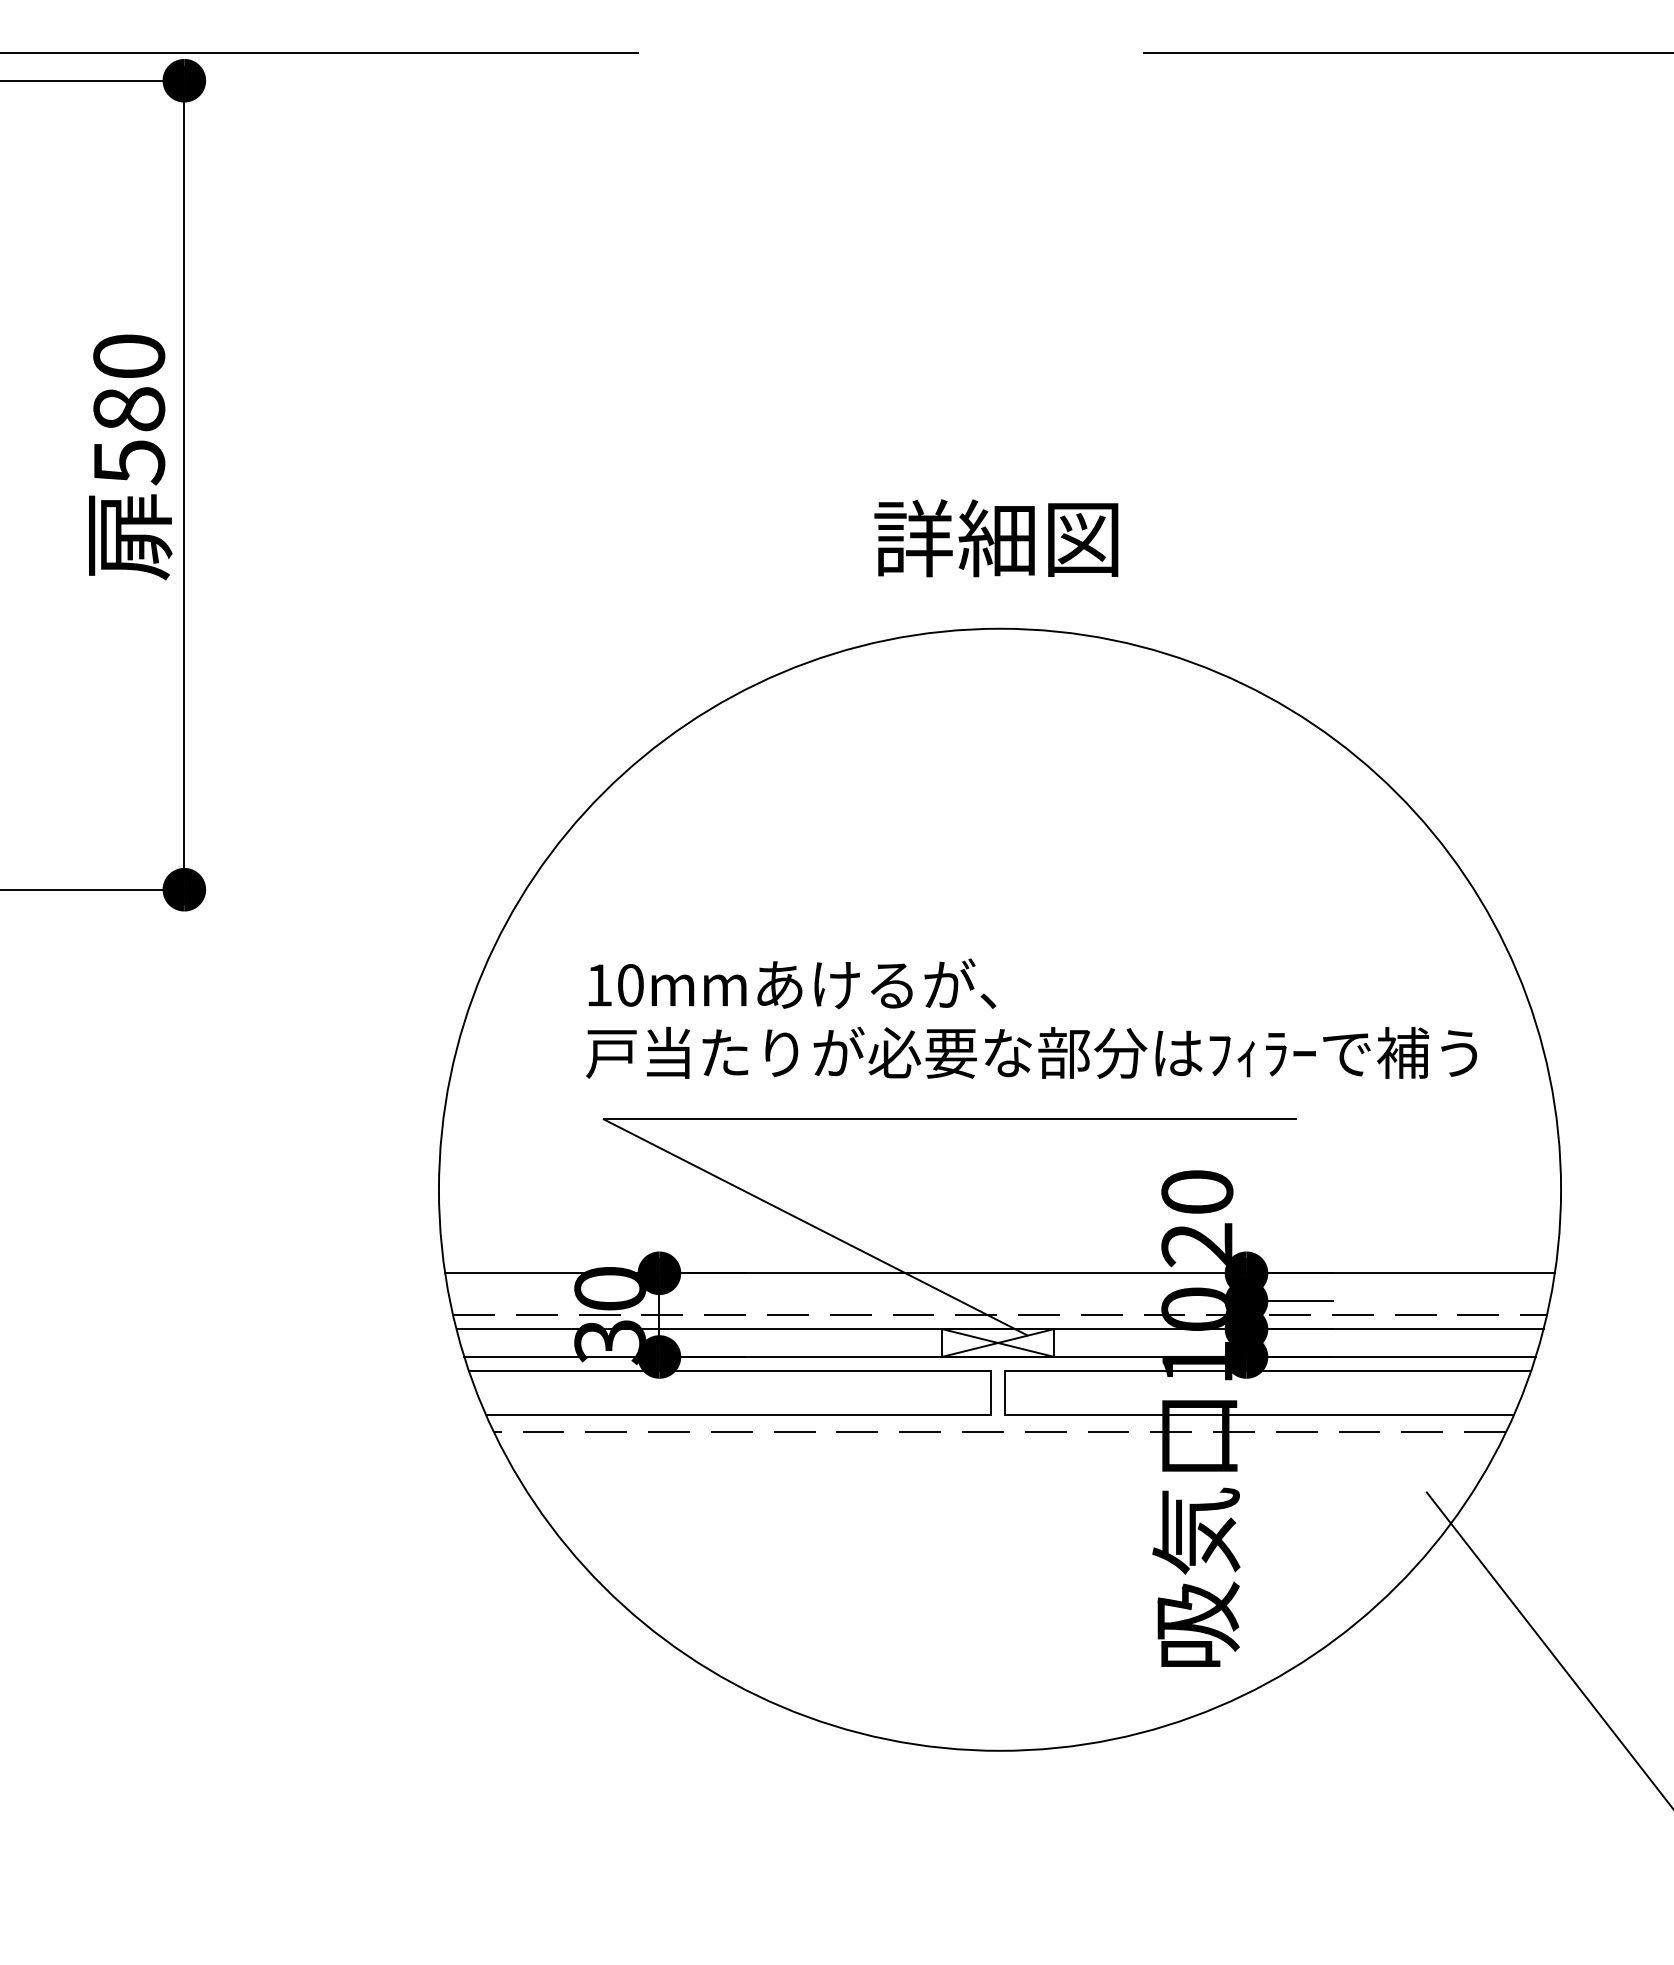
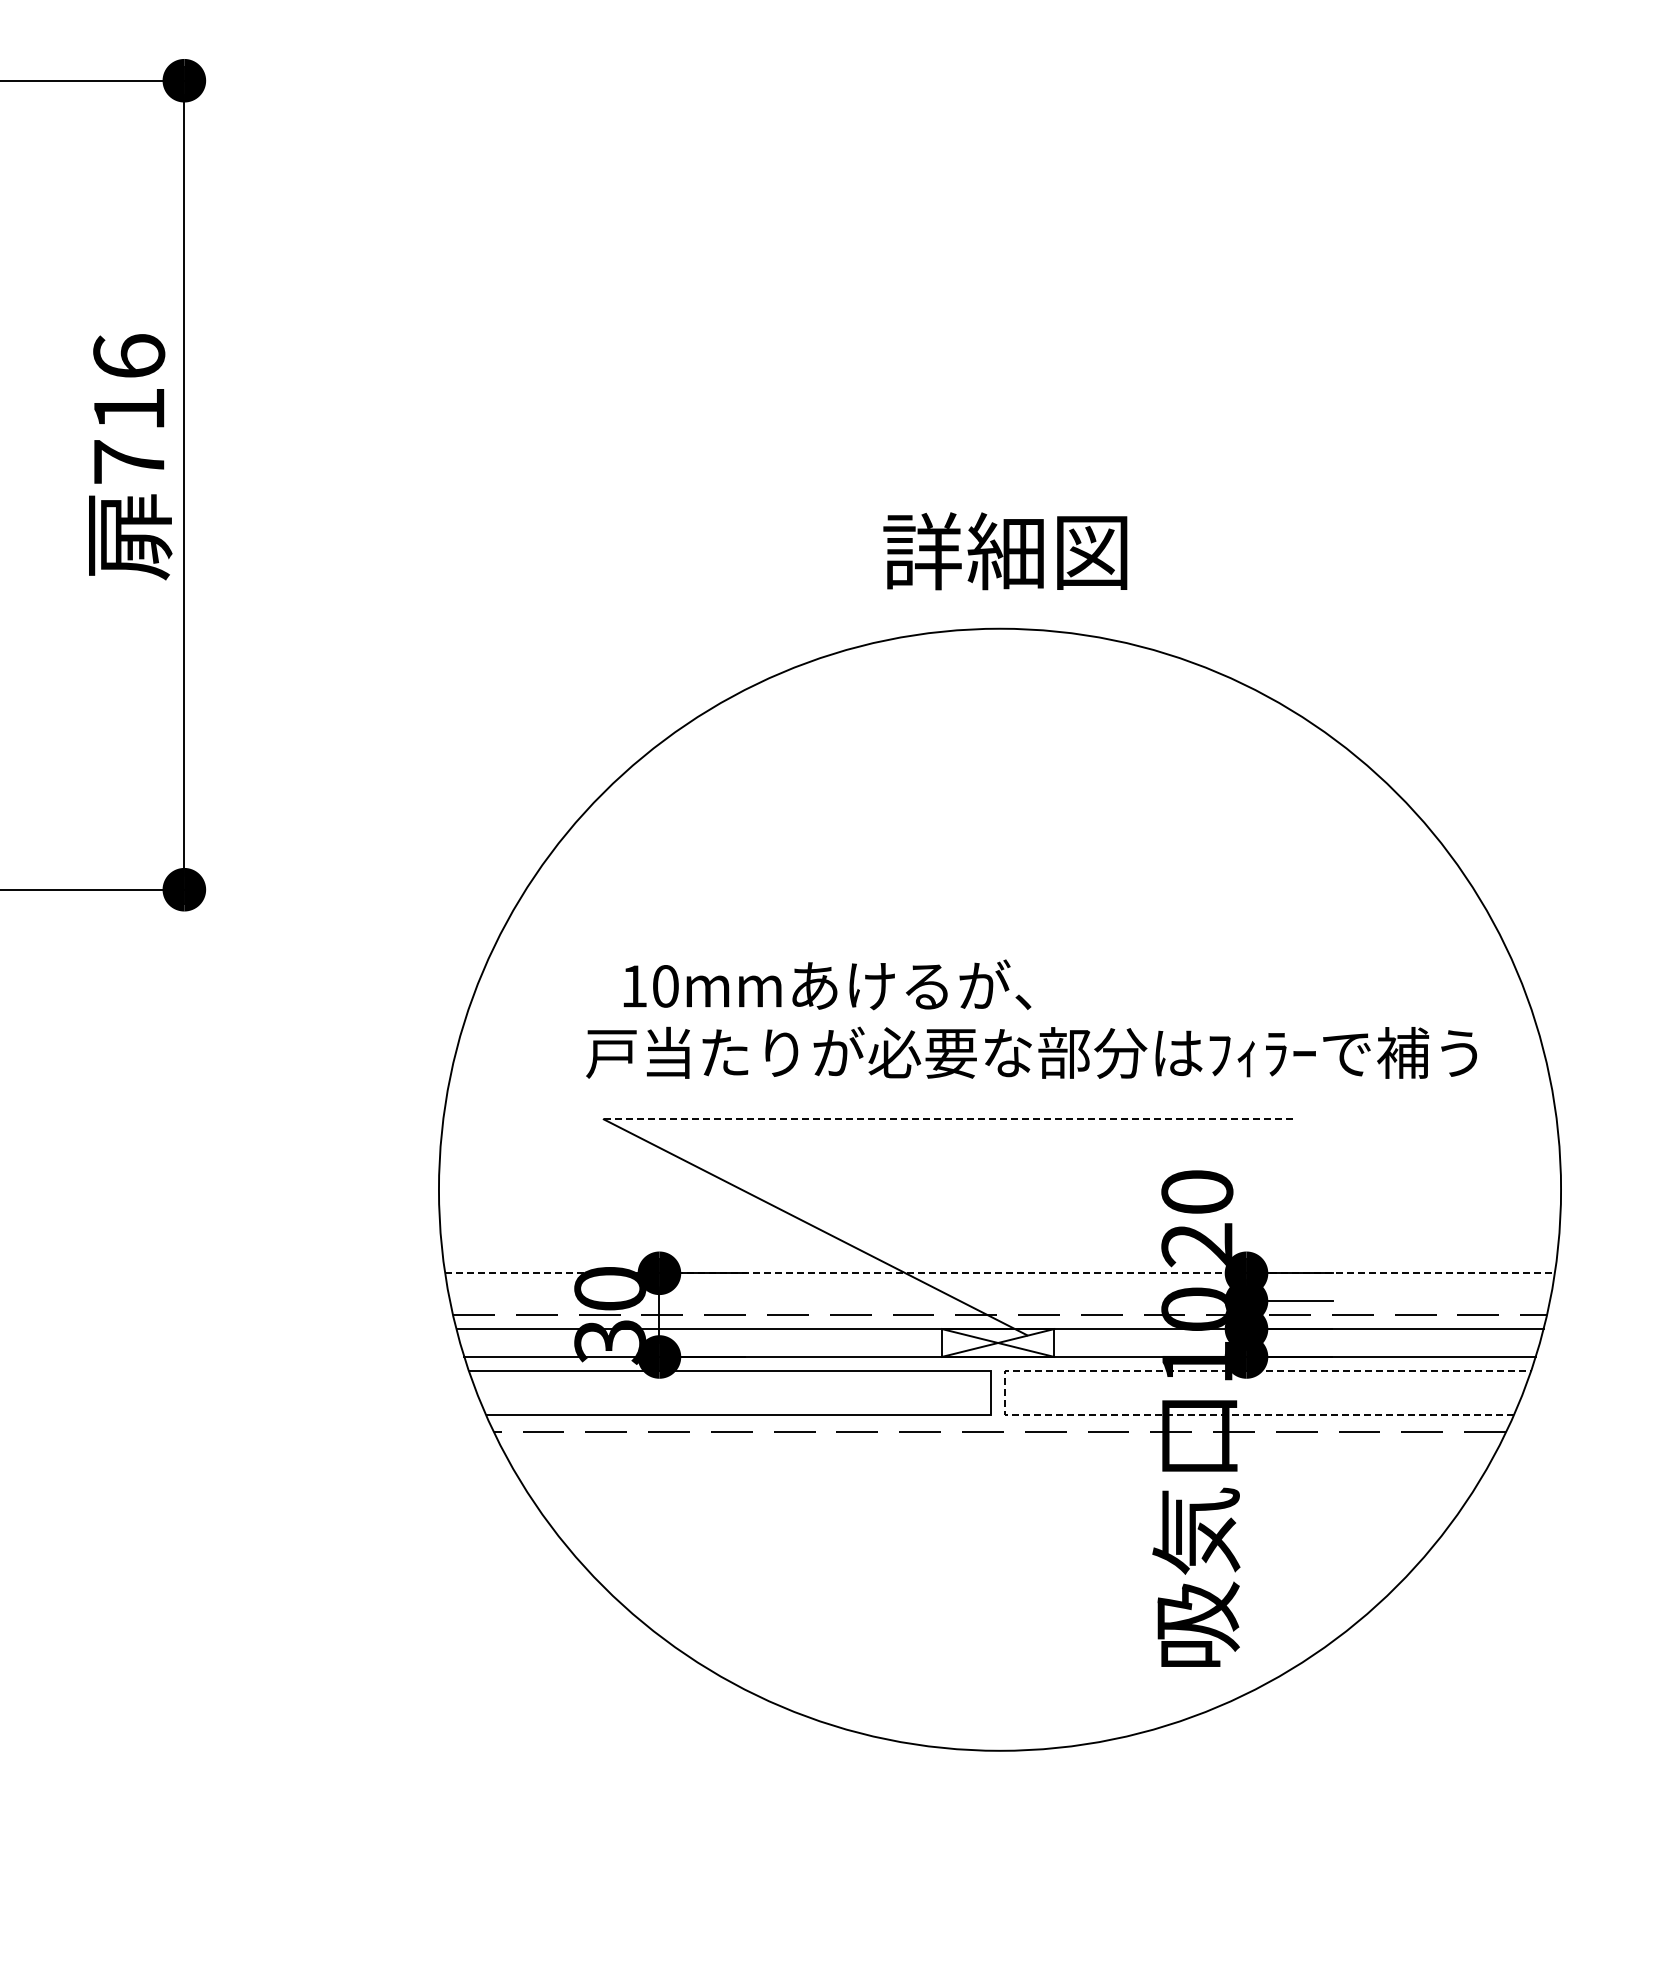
line at (320, 52): present -> none
line at (1407, 52): present -> none
text at (129, 409): 580 -> 716
text at (996, 538) position: (996, 538) -> (1005, 551)
text at (792, 983) position: (792, 983) -> (827, 984)
line at (950, 1119): solid -> dashed
line at (1000, 1273): solid -> dashed
line at (1005, 1384): solid -> dashed
line at (1548, 1648): present -> none
